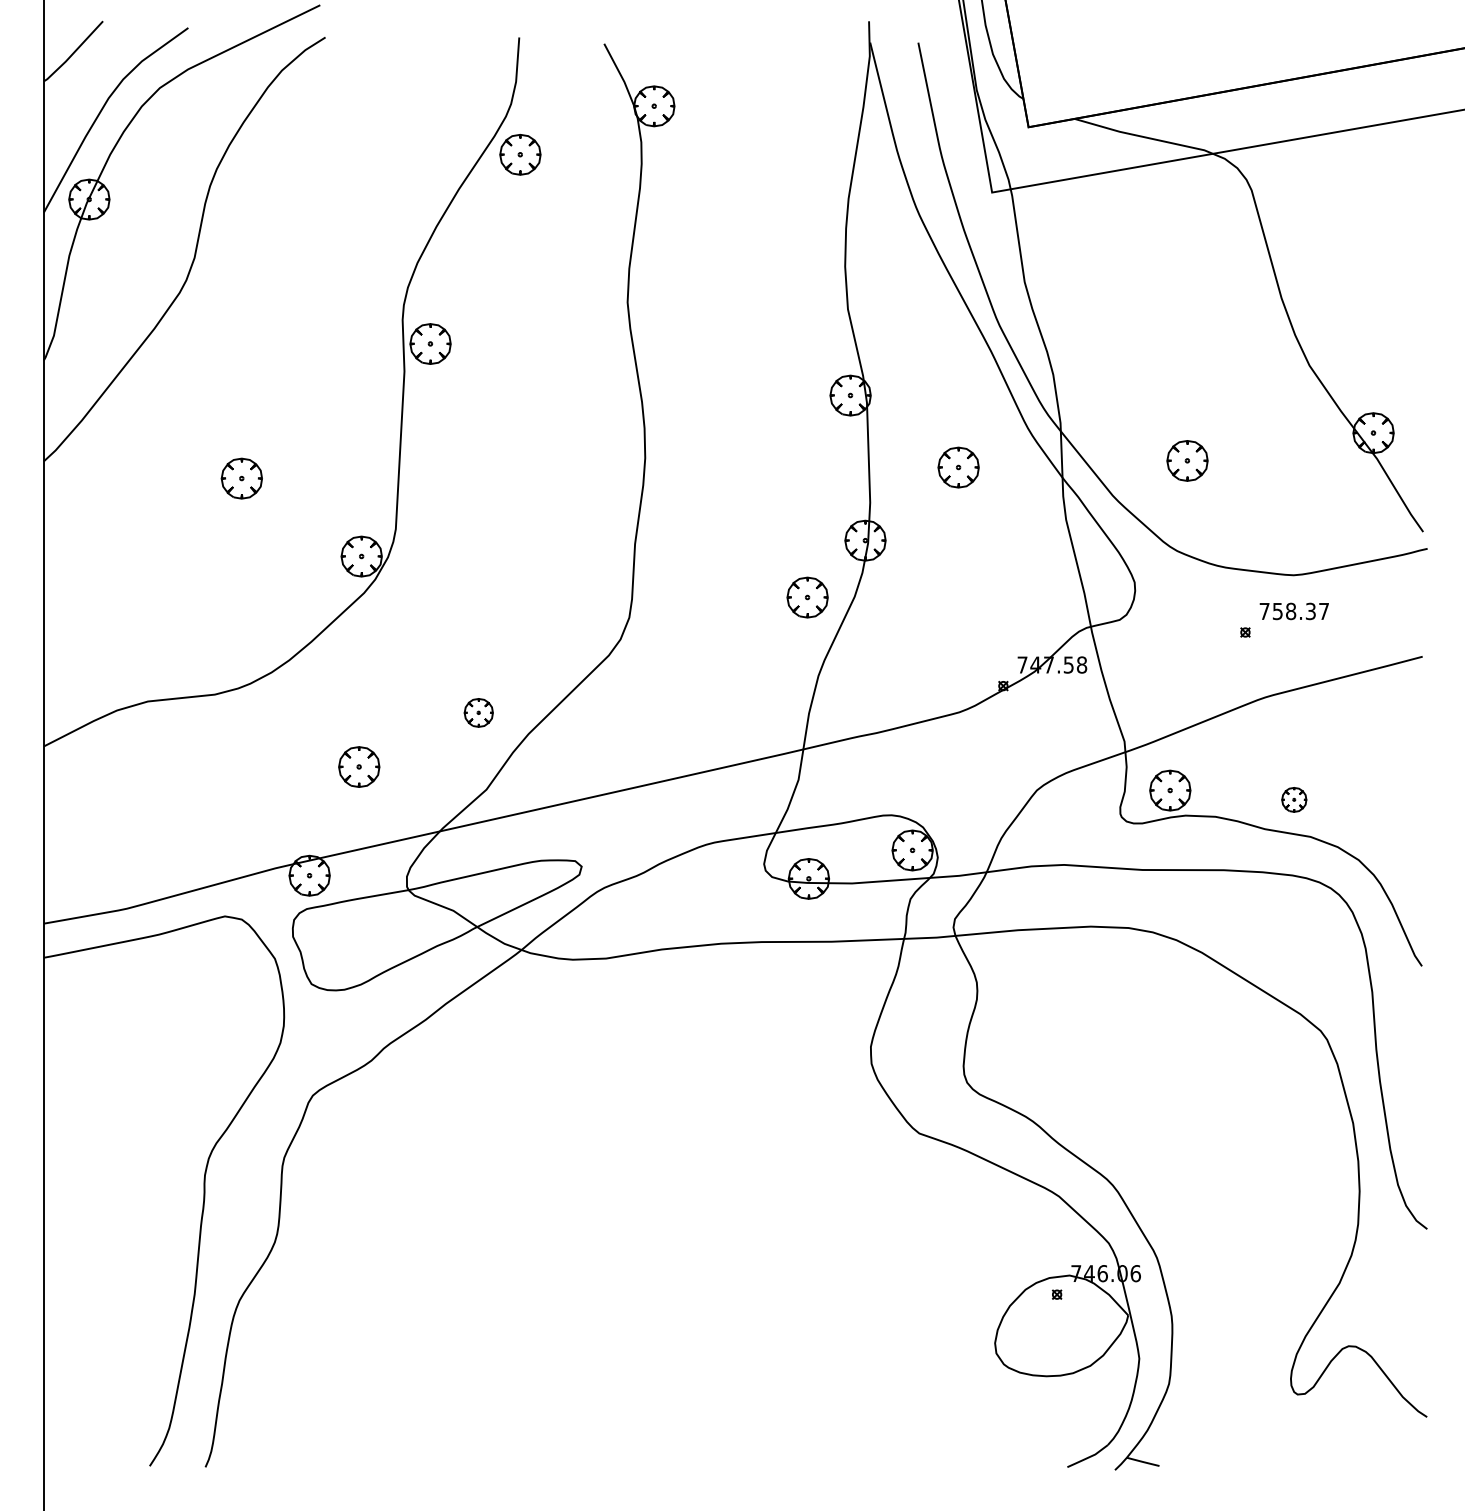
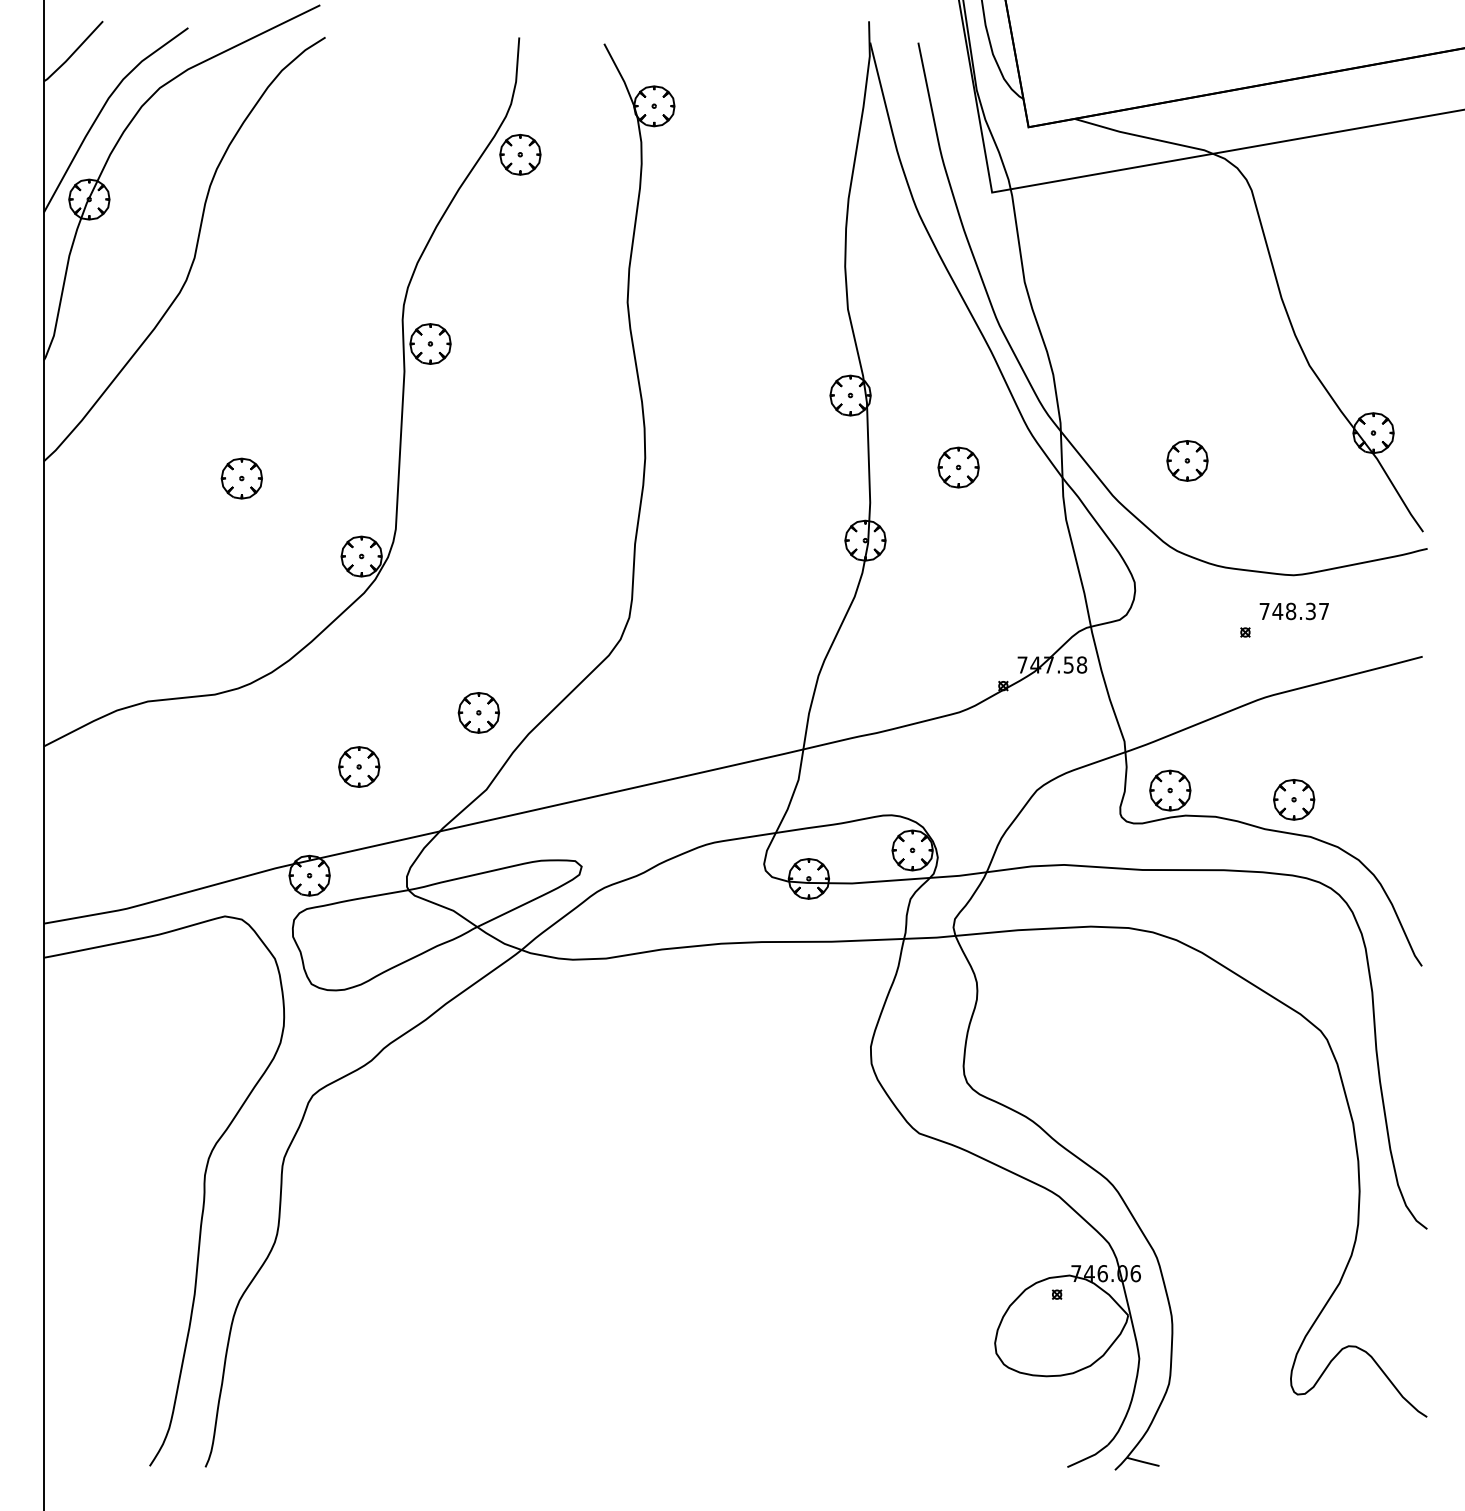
part at (807, 597): present -> none
text at (1277, 611): 758.37 -> 748.37
part at (478, 712) size: 31x30 px -> 43x42 px
part at (1294, 799) size: 27x26 px -> 43x42 px
